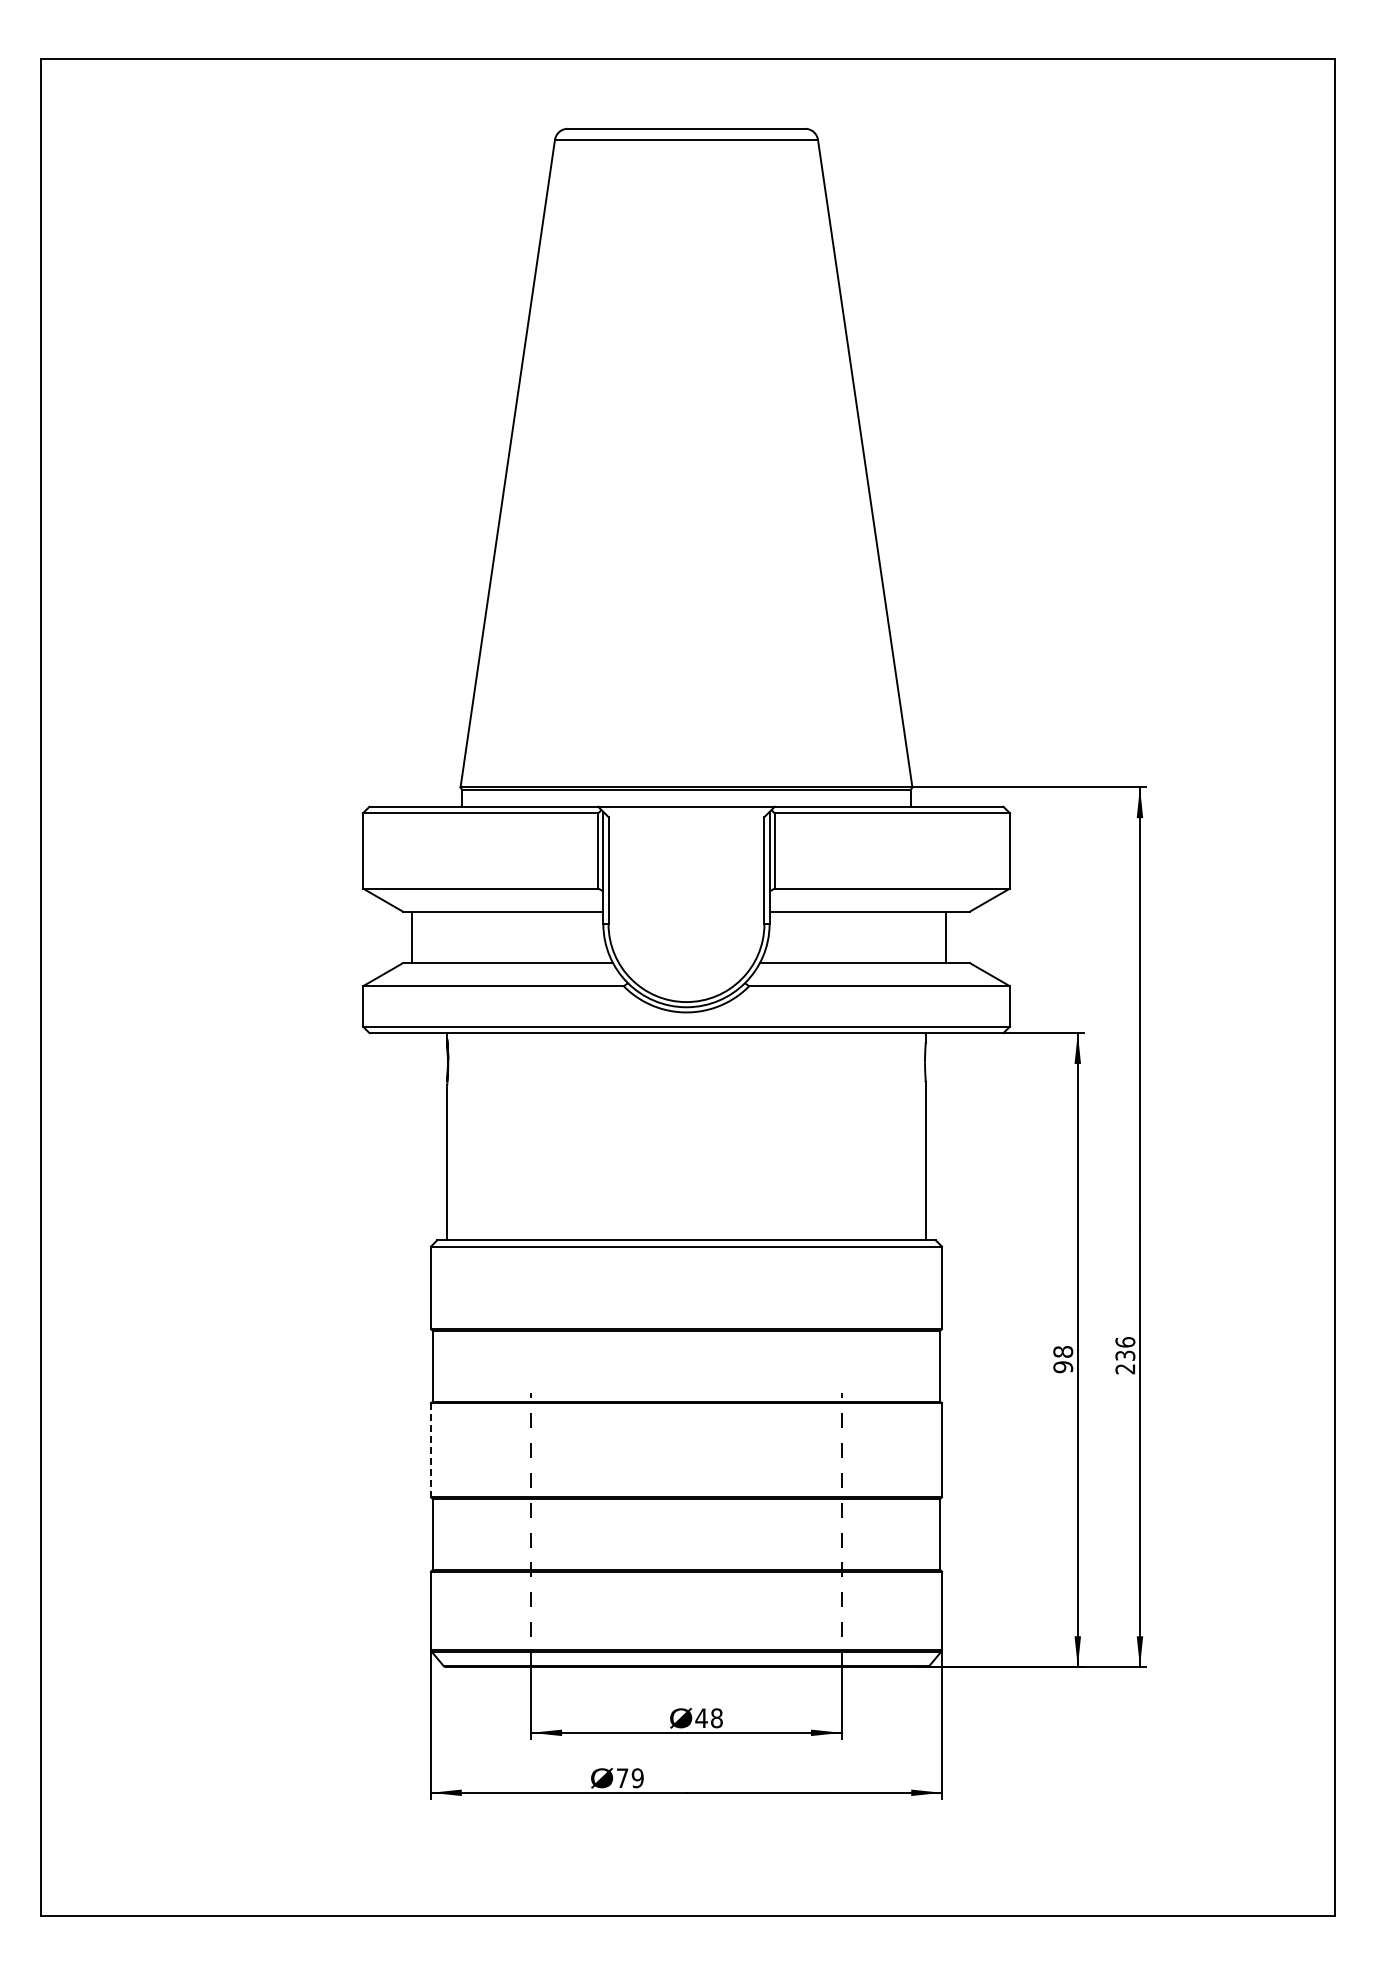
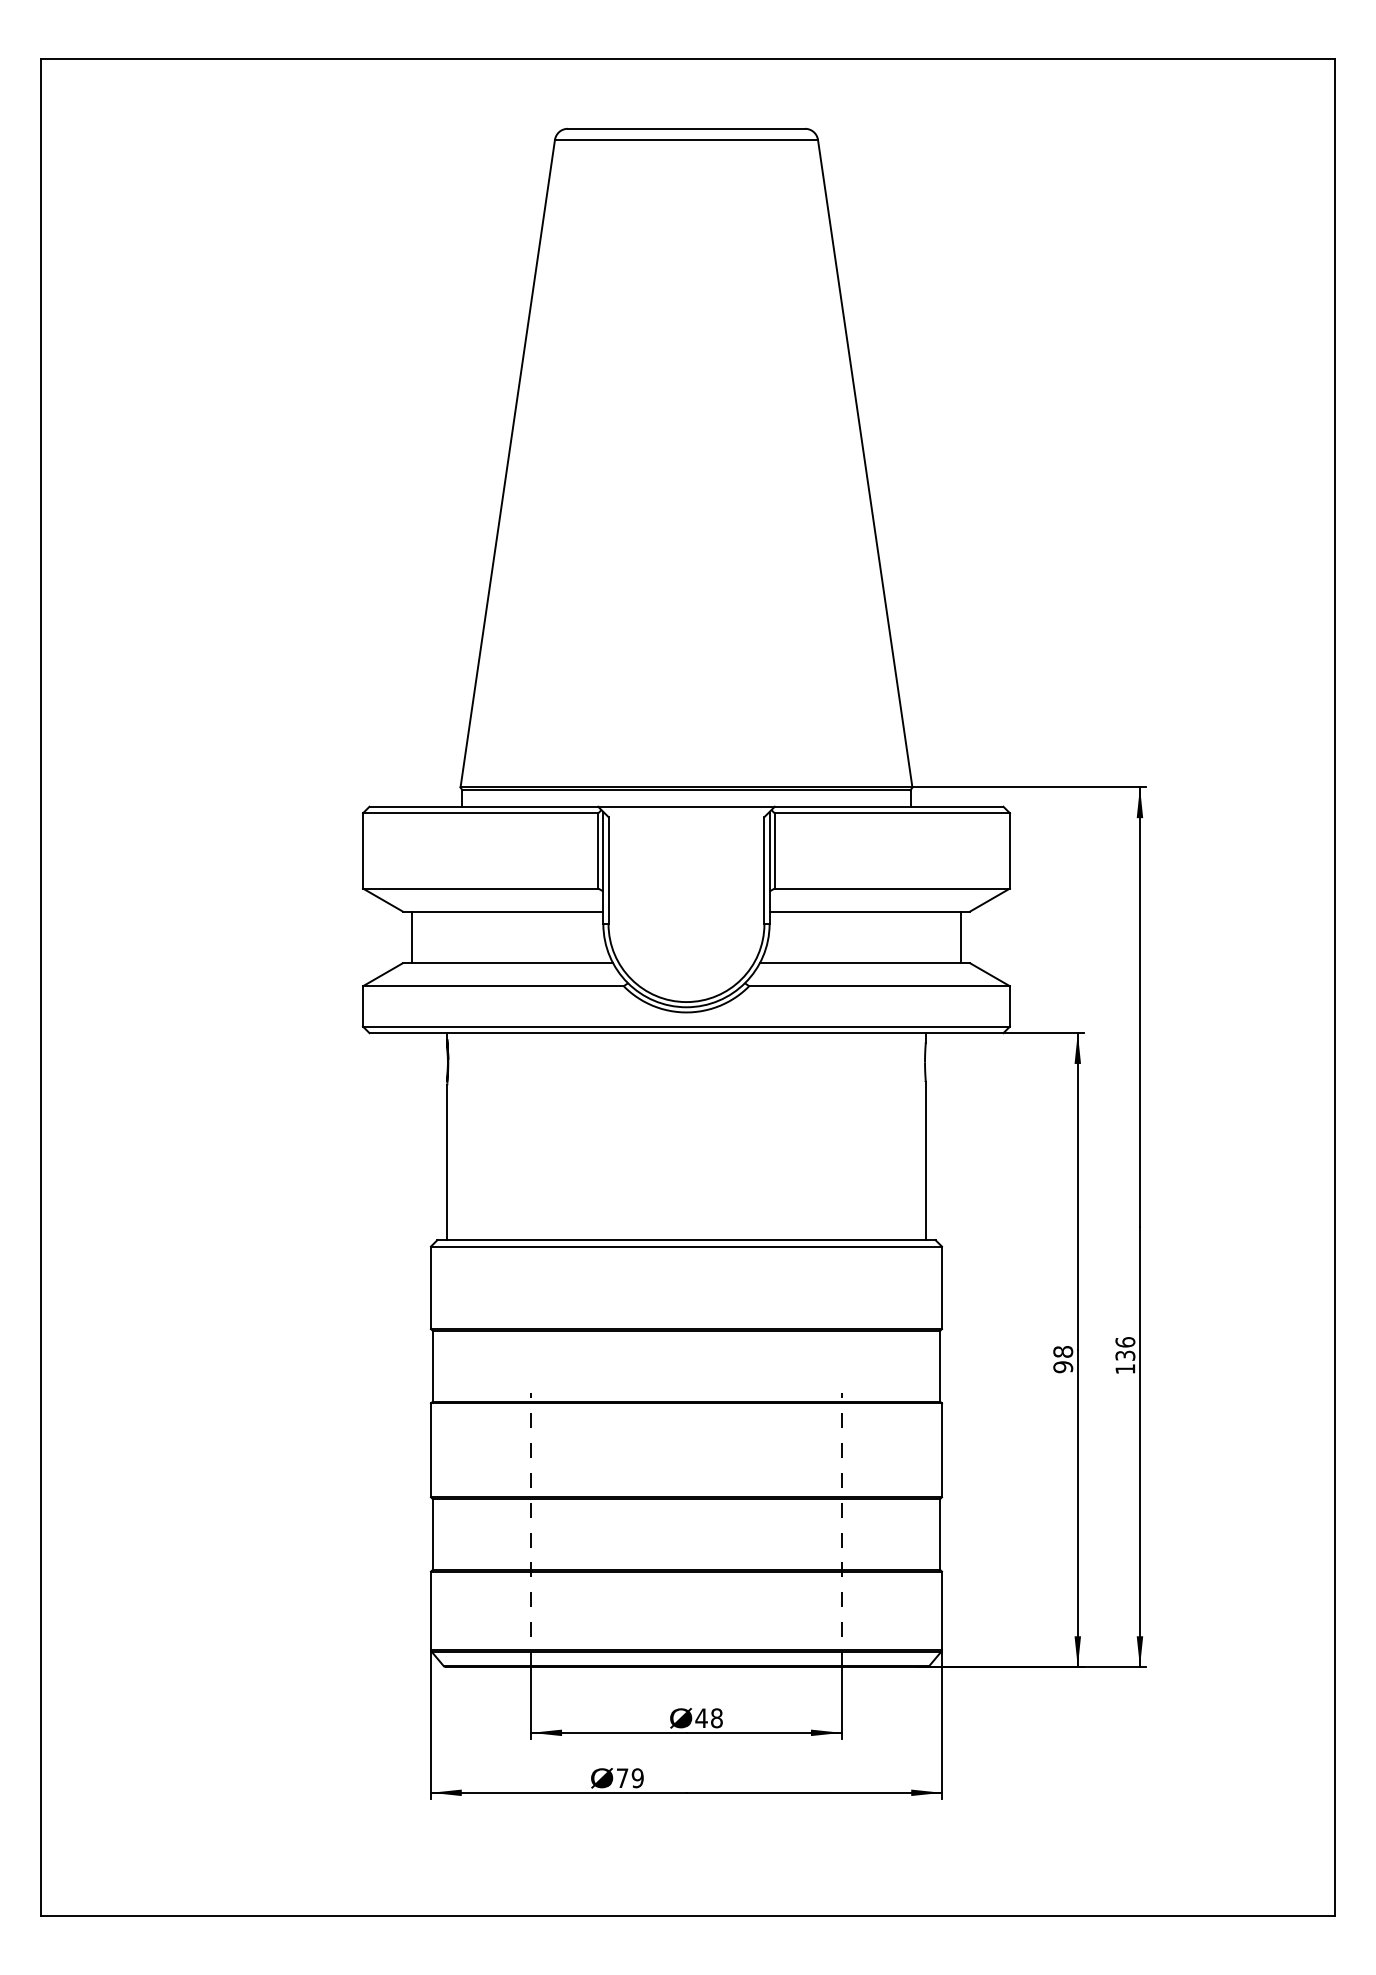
line at (946, 937) position: (946, 937) -> (961, 937)
text at (1124, 1369): 236 -> 136
line at (430, 1450): dashed -> solid
